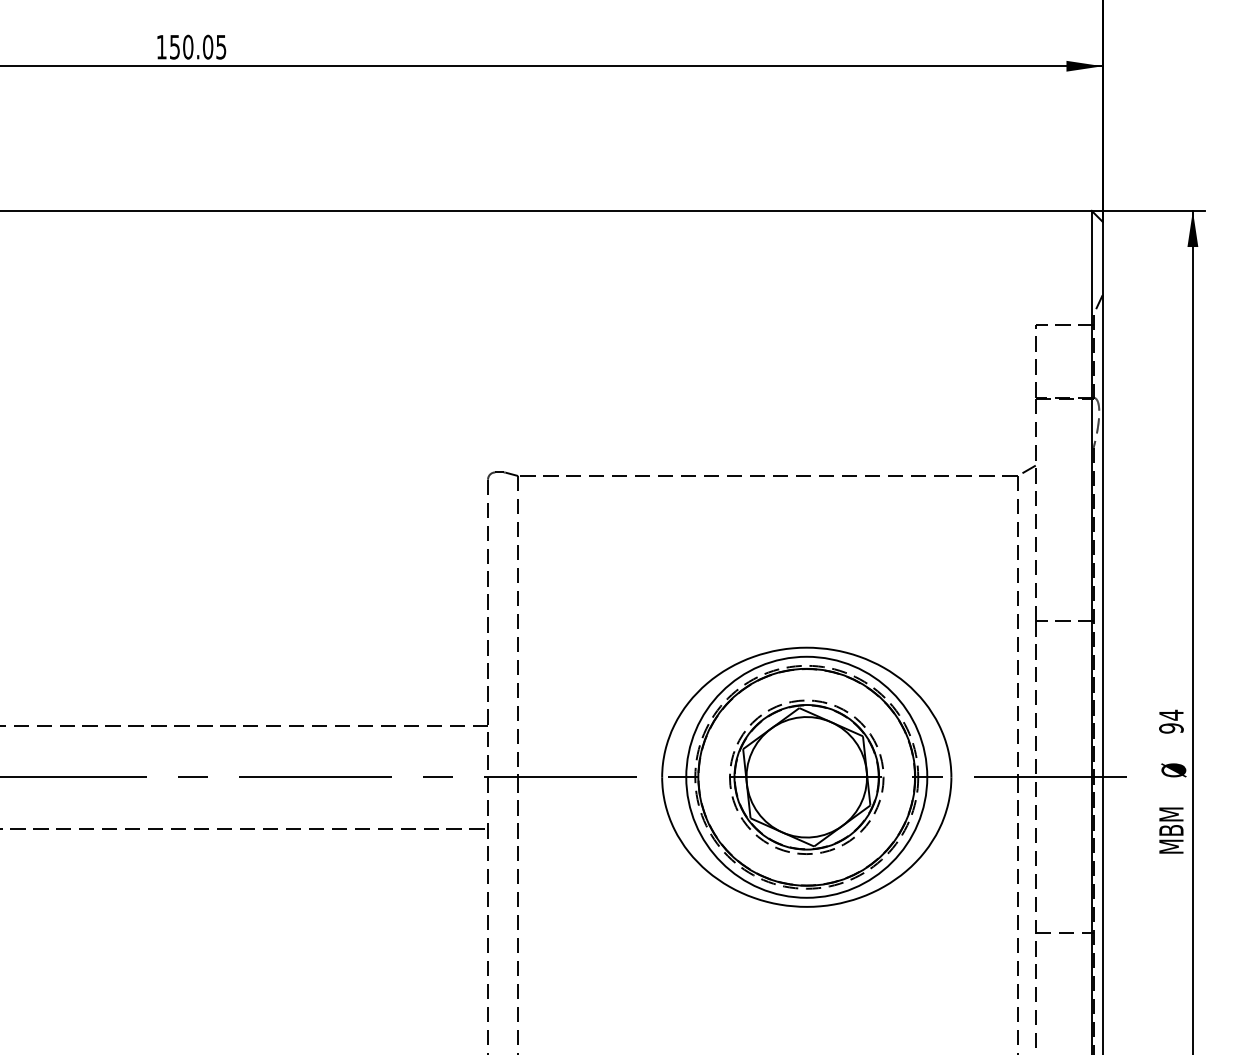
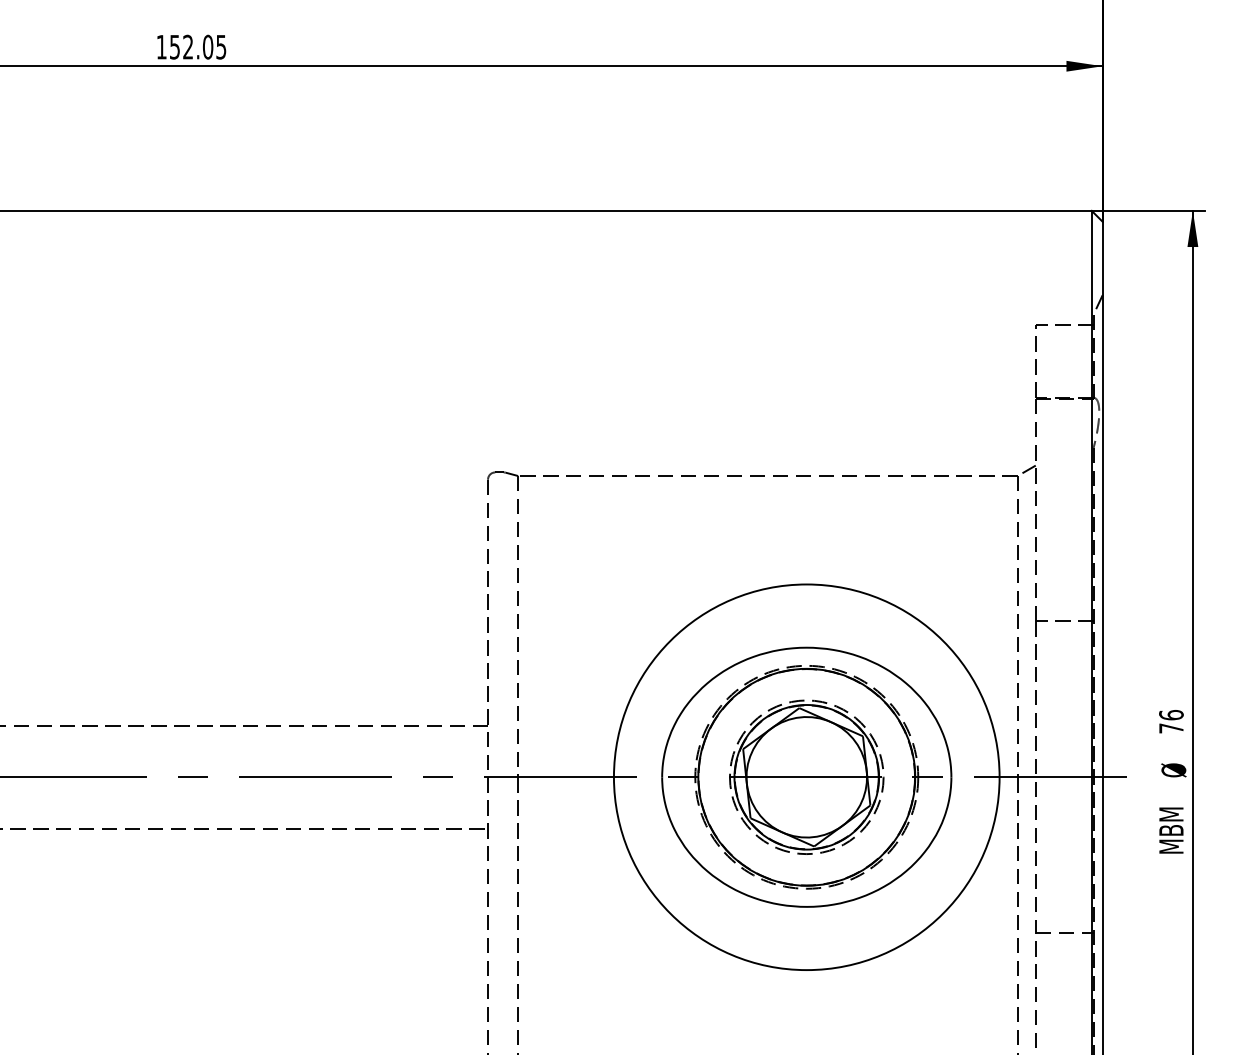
text at (188, 46): 150.05 -> 152.05
text at (1171, 721): 94 -> 76
circle at (806, 776) diameter: 241 px -> 386 px
